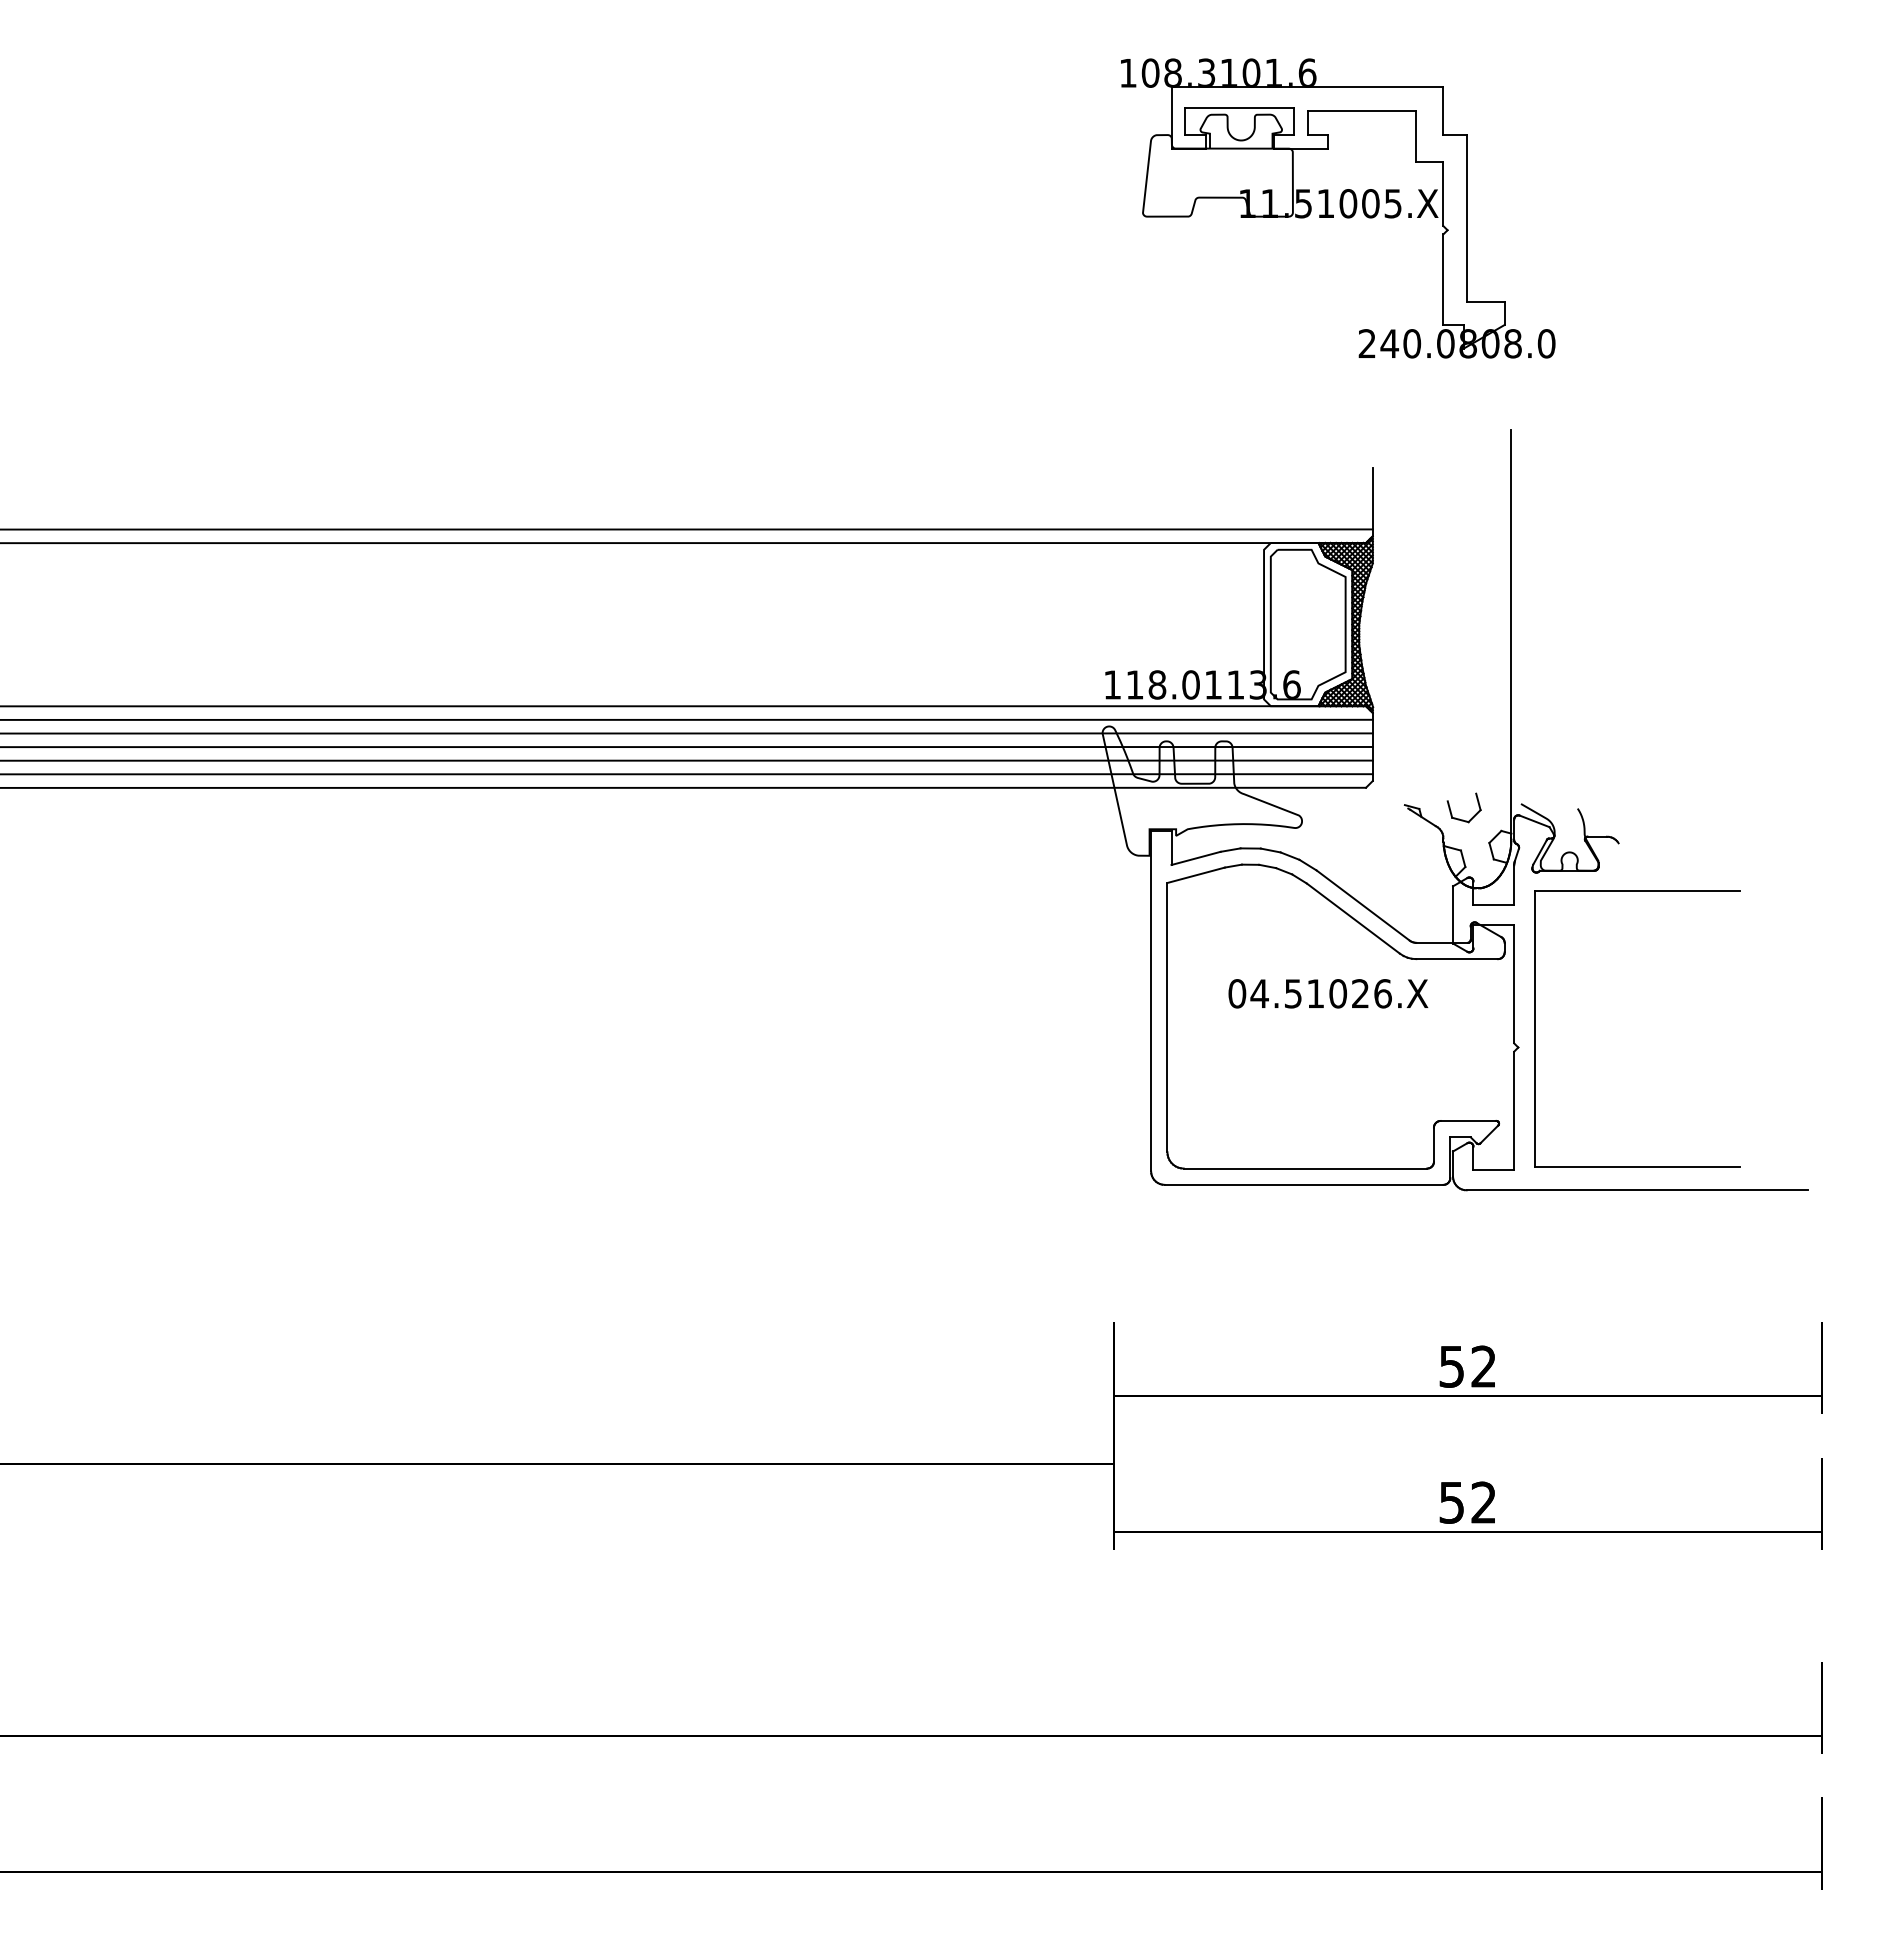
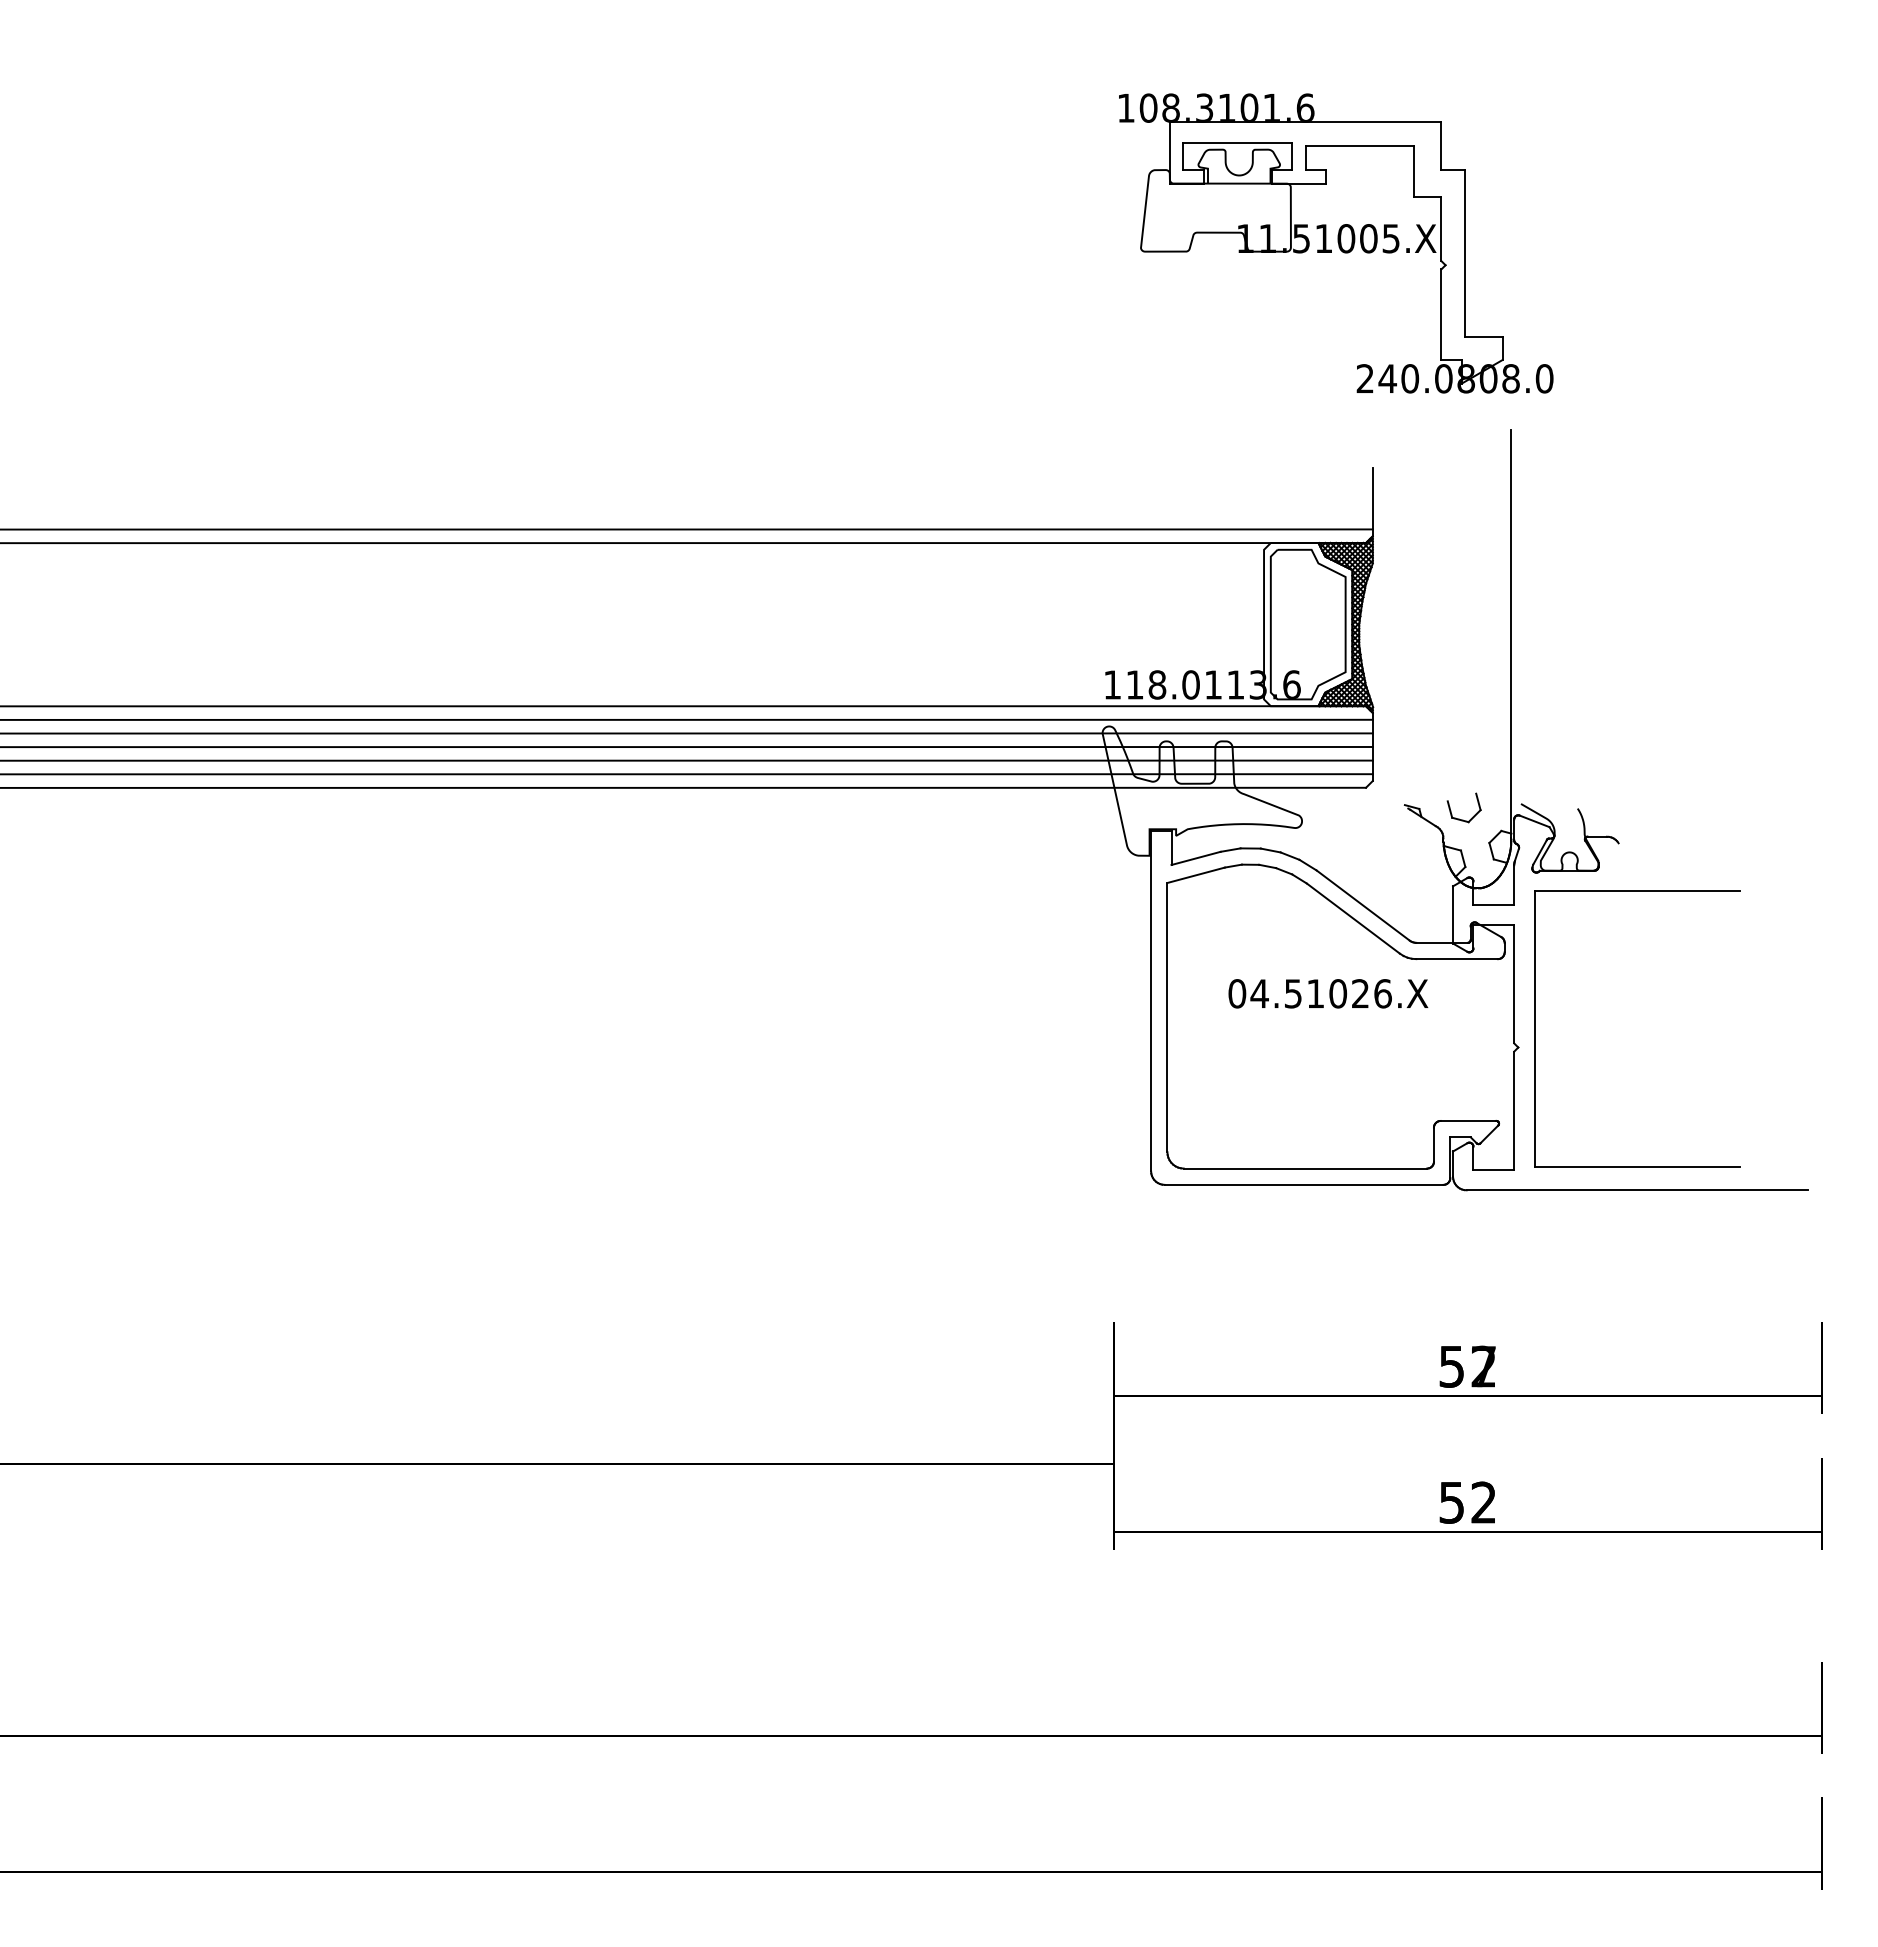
part at (1338, 208) position: (1338, 208) -> (1336, 243)
text at (1483, 1366): 52 -> 57
